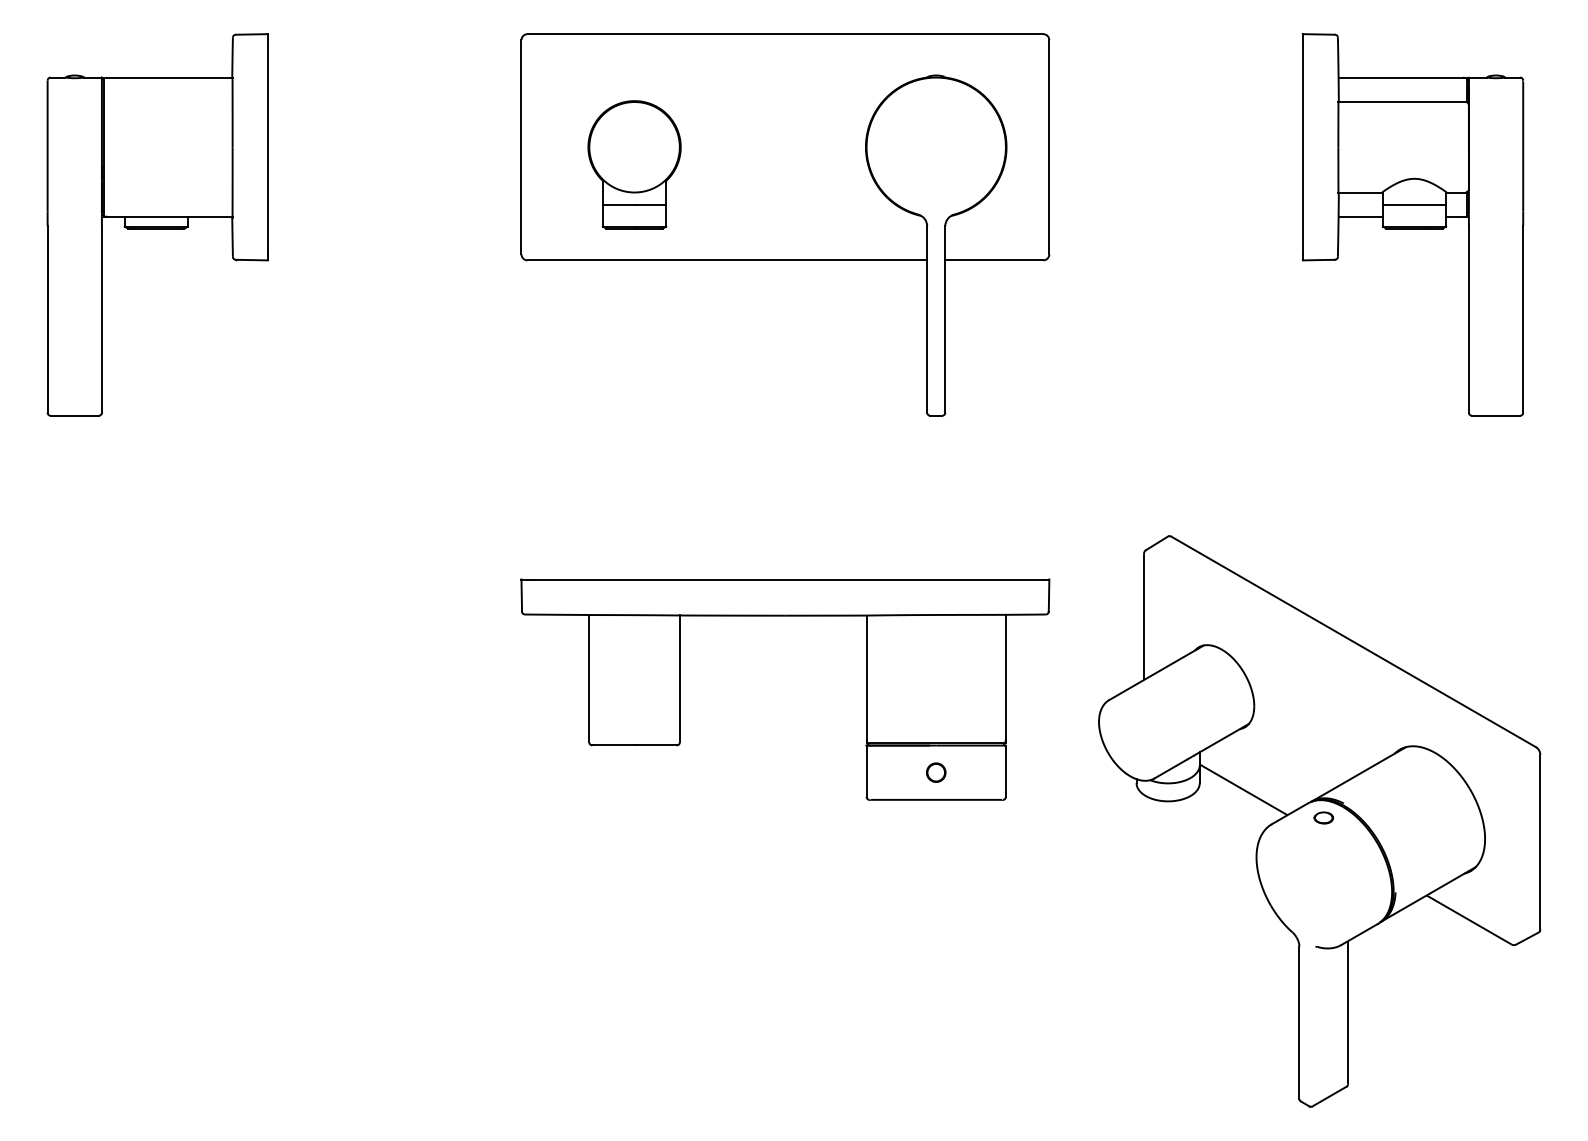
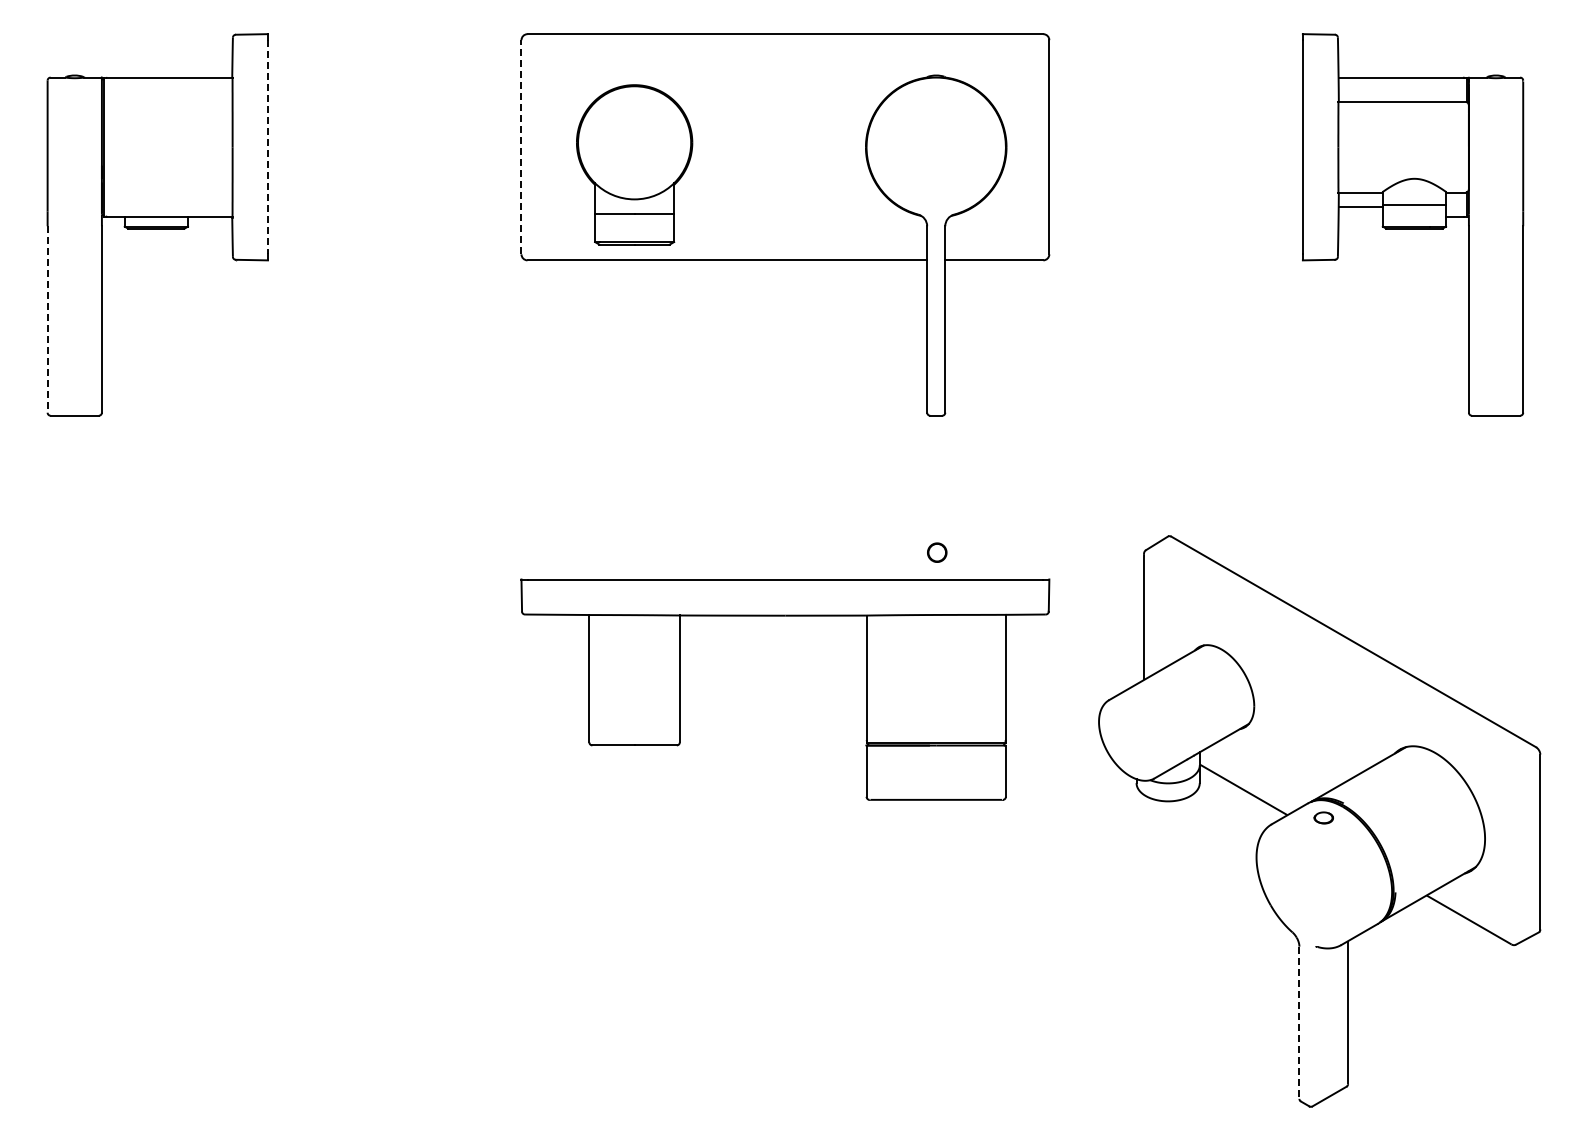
line at (521, 146): solid -> dashed
line at (267, 147): solid -> dashed
part at (634, 164) size: 95x130 px -> 118x162 px
line at (1360, 216) position: (1360, 216) -> (1360, 206)
line at (47, 319): solid -> dashed
part at (936, 772) position: (936, 772) -> (937, 552)
line at (1299, 1023): solid -> dashed
